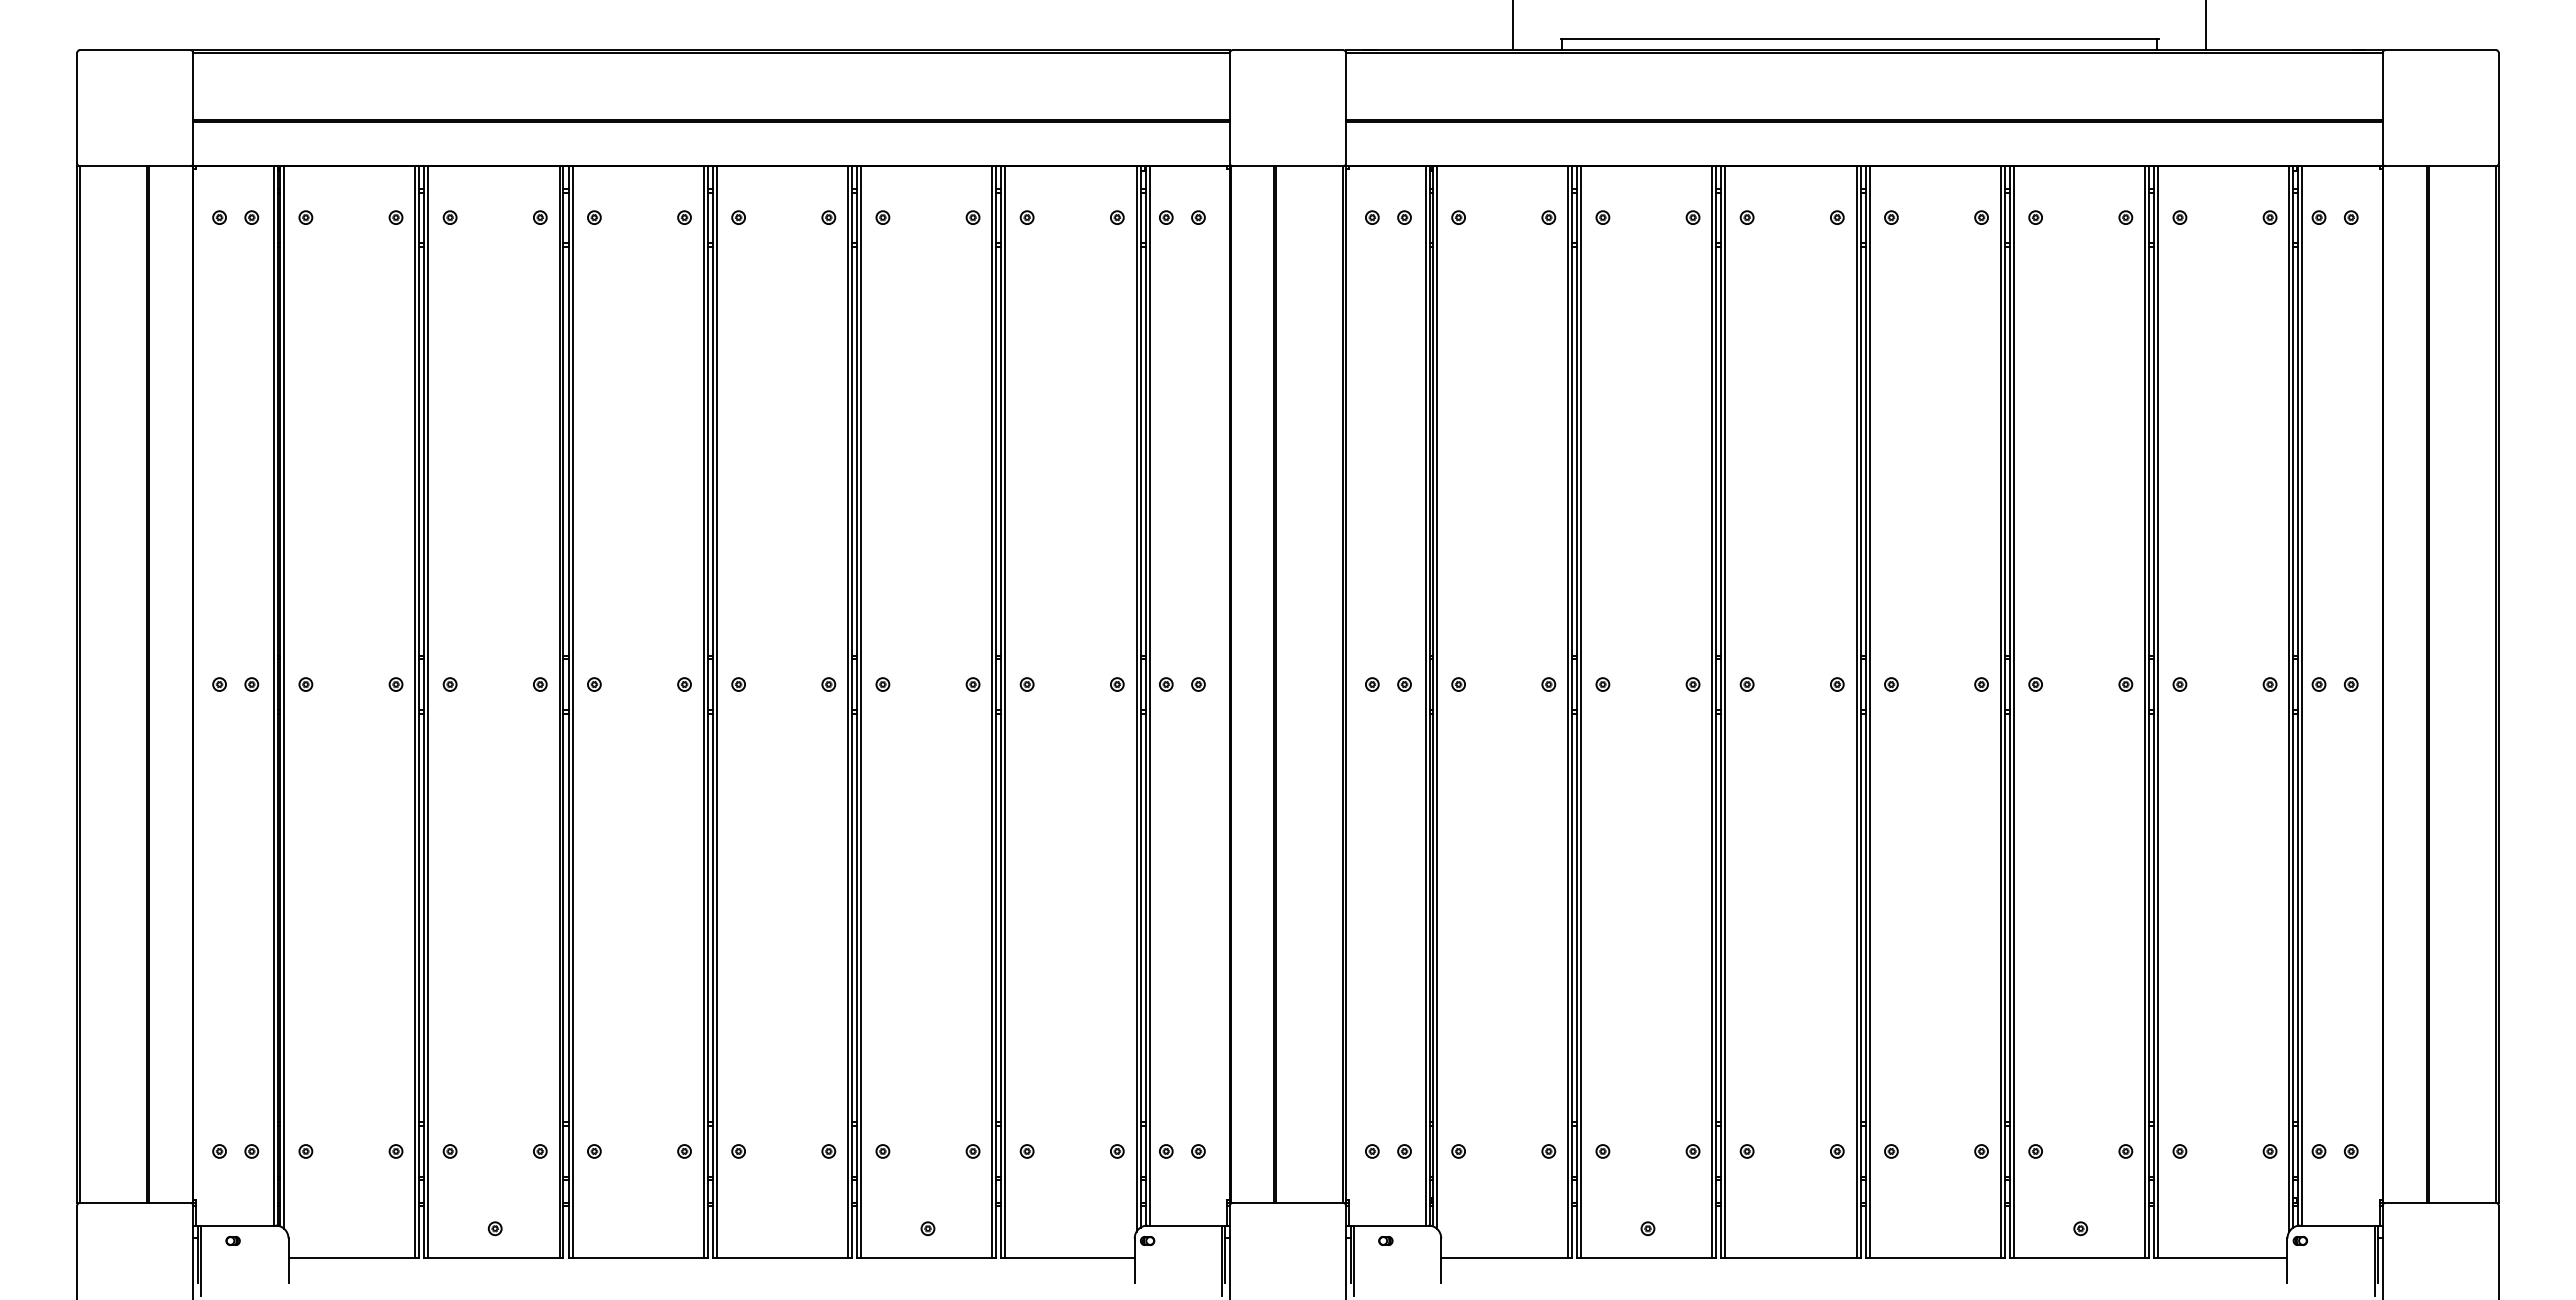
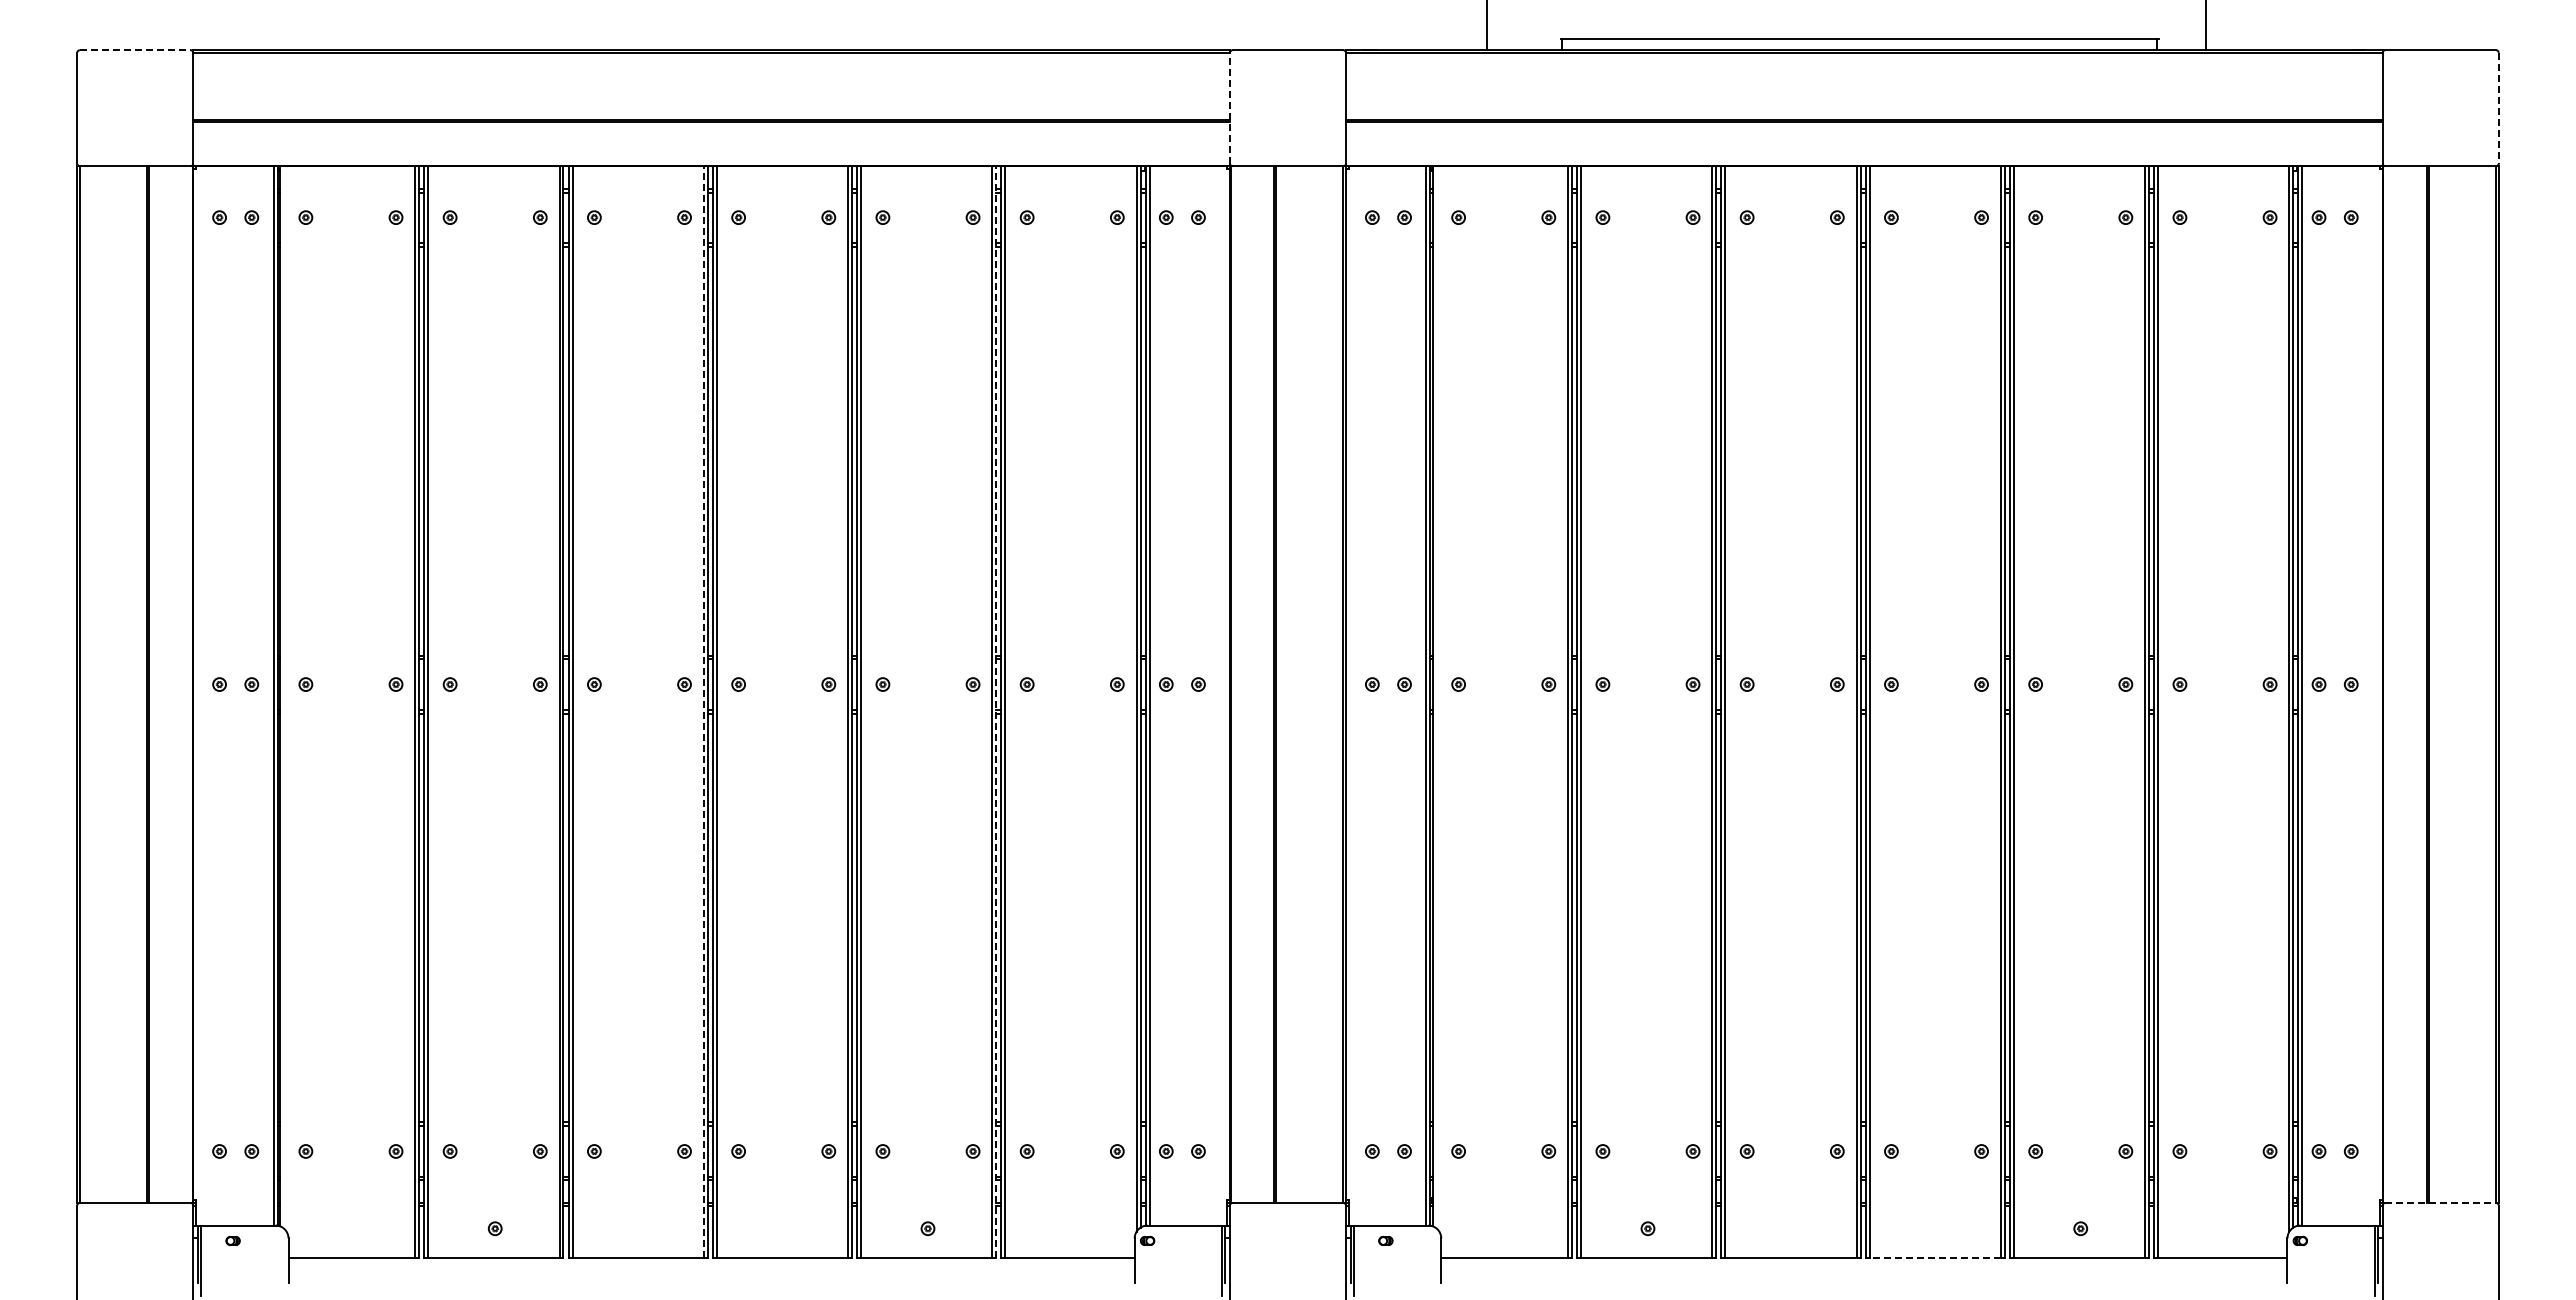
line at (1513, 26) position: (1513, 26) -> (1487, 26)
line at (135, 50): solid -> dashed
line at (1230, 107): solid -> dashed
line at (2498, 108): solid -> dashed
line at (283, 697): present -> none
line at (1436, 697): present -> none
line at (703, 711): solid -> dashed
line at (996, 711): solid -> dashed
line at (2441, 1202): solid -> dashed
line at (1935, 1257): solid -> dashed
